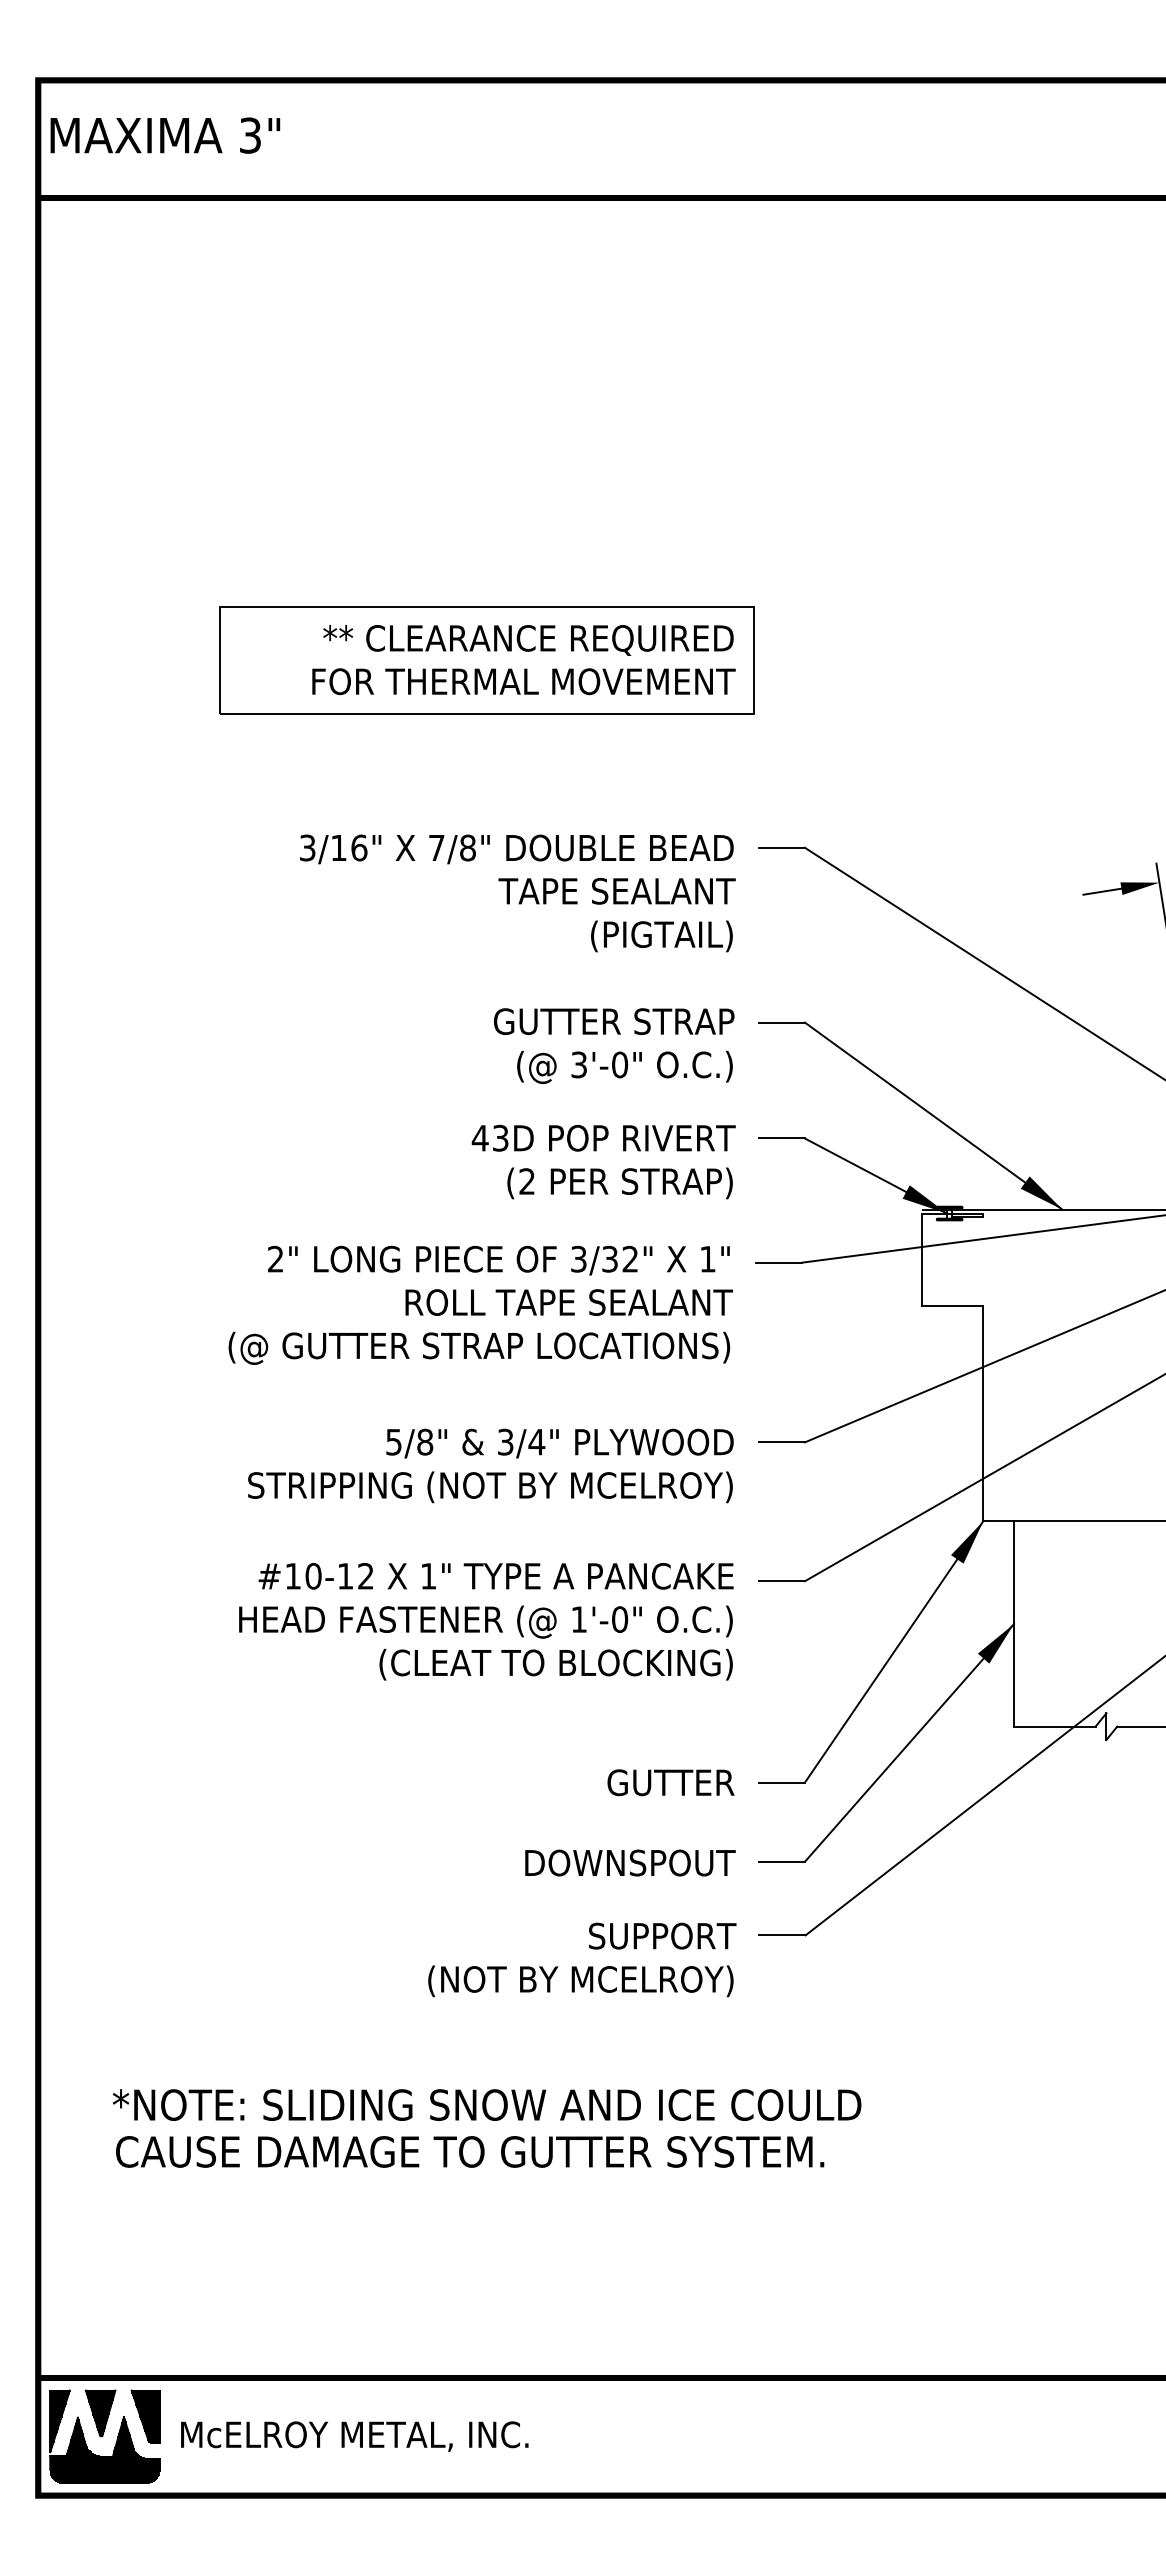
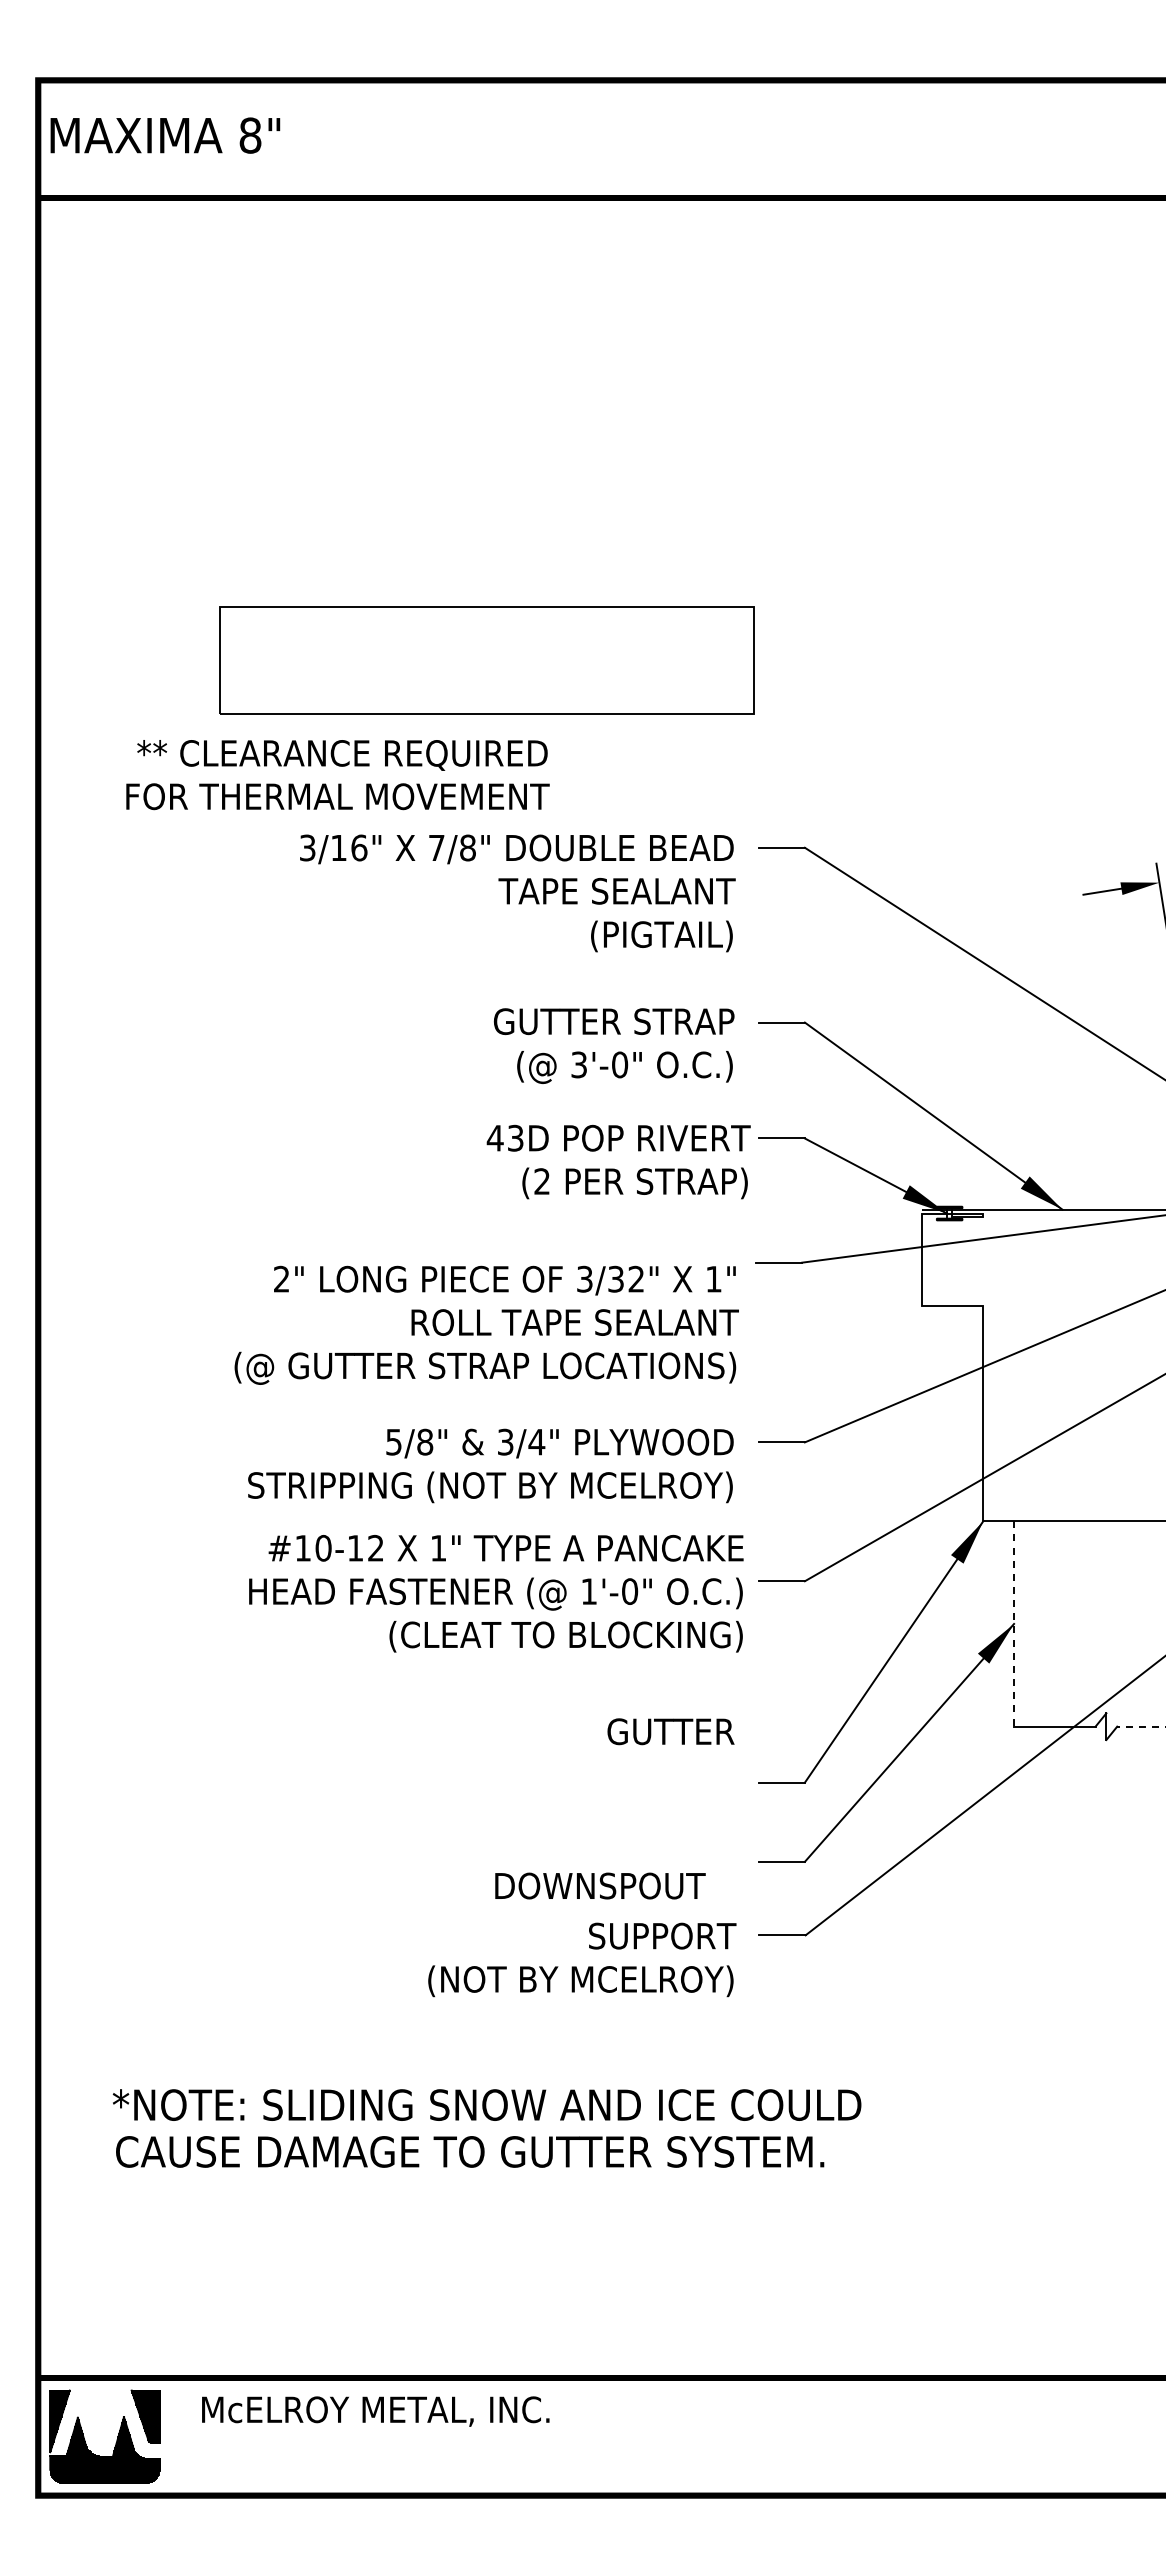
text at (250, 135): 3" -> 8"
text at (523, 660) position: (523, 660) -> (337, 775)
text at (603, 1161) position: (603, 1161) -> (618, 1161)
text at (480, 1304) position: (480, 1304) -> (486, 1324)
text at (486, 1621) position: (486, 1621) -> (496, 1593)
line at (1014, 1623): solid -> dashed
line at (1141, 1726): solid -> dashed
text at (670, 1782) position: (670, 1782) -> (670, 1731)
text at (630, 1862) position: (630, 1862) -> (600, 1885)
part at (100, 2413): present -> none
text at (354, 2436) position: (354, 2436) -> (375, 2411)
